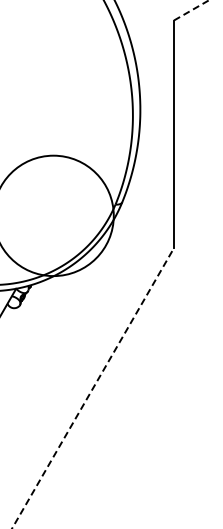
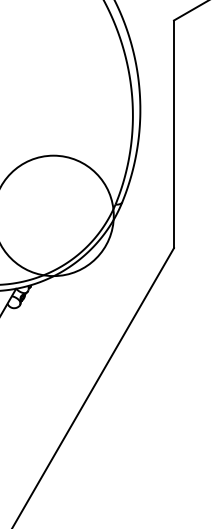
line at (192, 10): dashed -> solid
line at (93, 388): dashed -> solid
